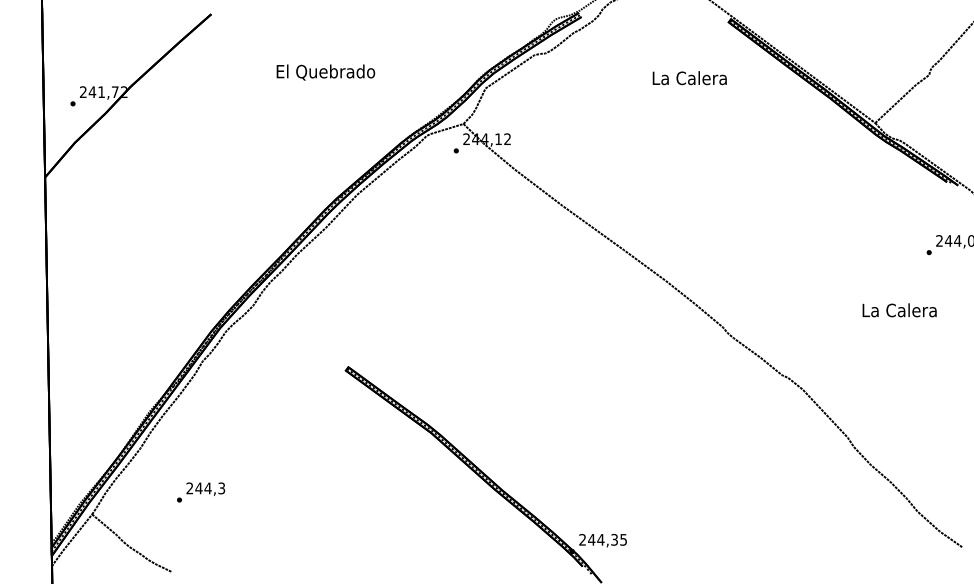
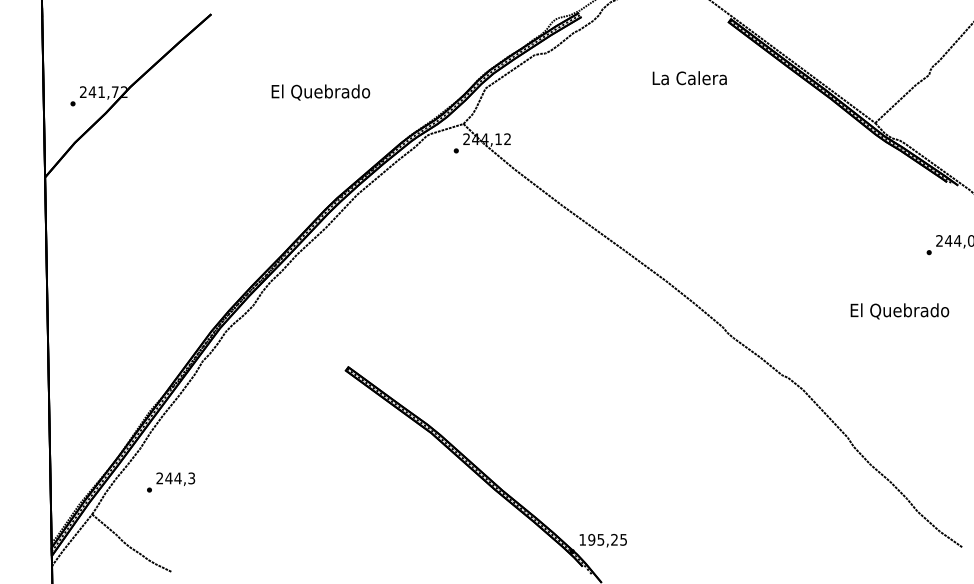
text at (325, 72) position: (325, 72) -> (320, 92)
text at (899, 311): La Calera -> El Quebrado
text at (201, 492) position: (201, 492) -> (171, 482)
text at (598, 539): 244,35 -> 195,25
